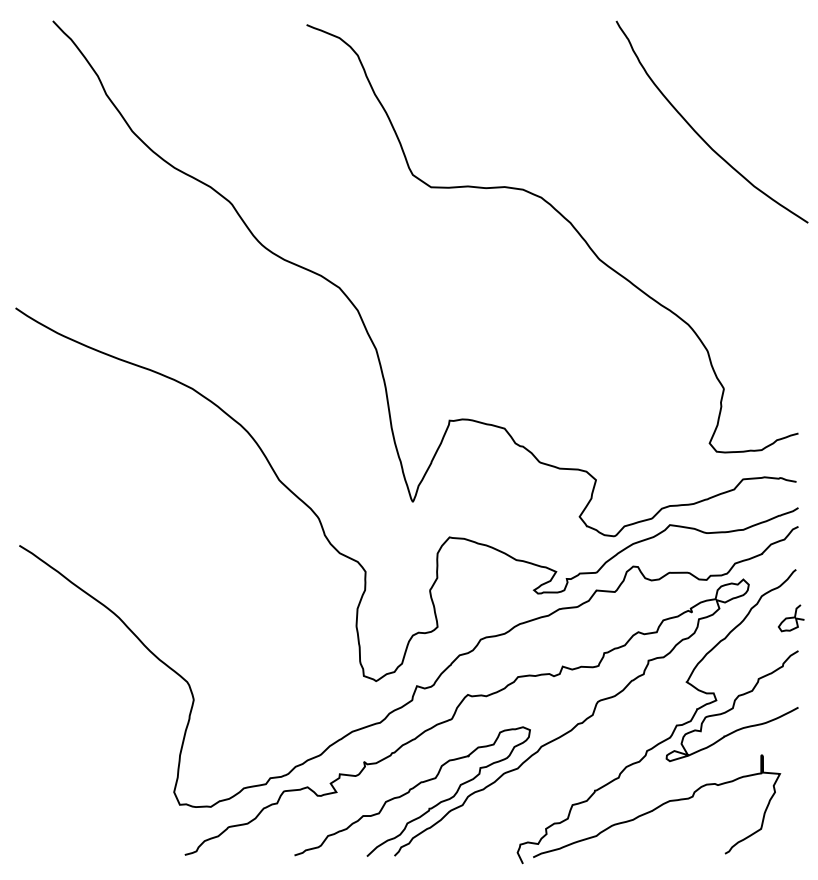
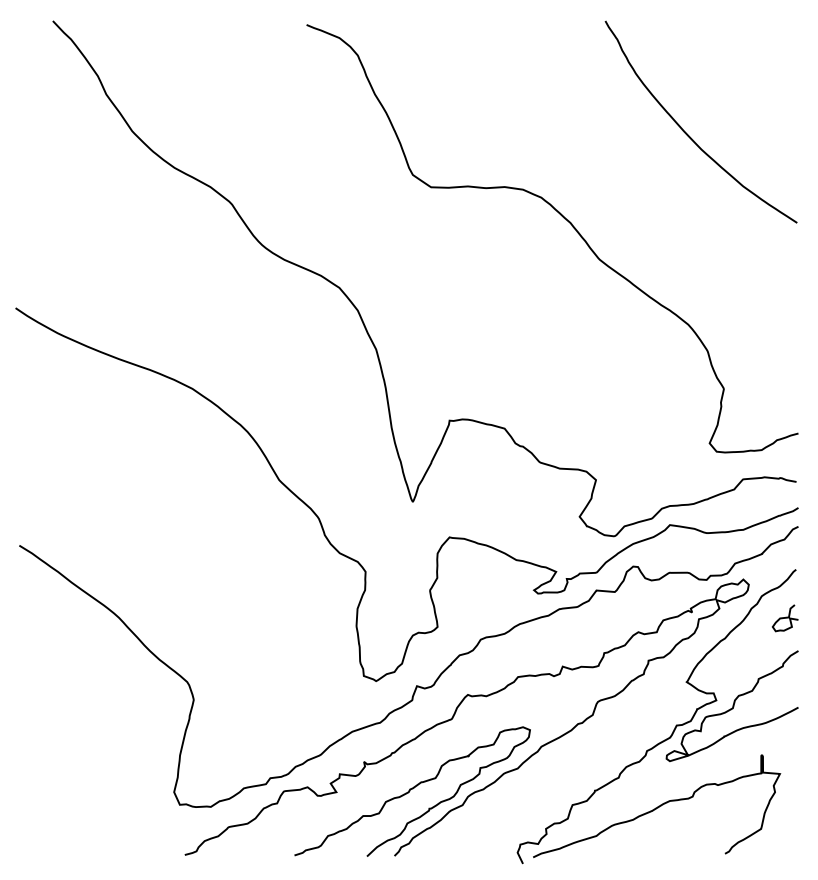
curve at (698, 133) position: (698, 133) -> (687, 133)
curve at (790, 618) position: (790, 618) -> (784, 618)
